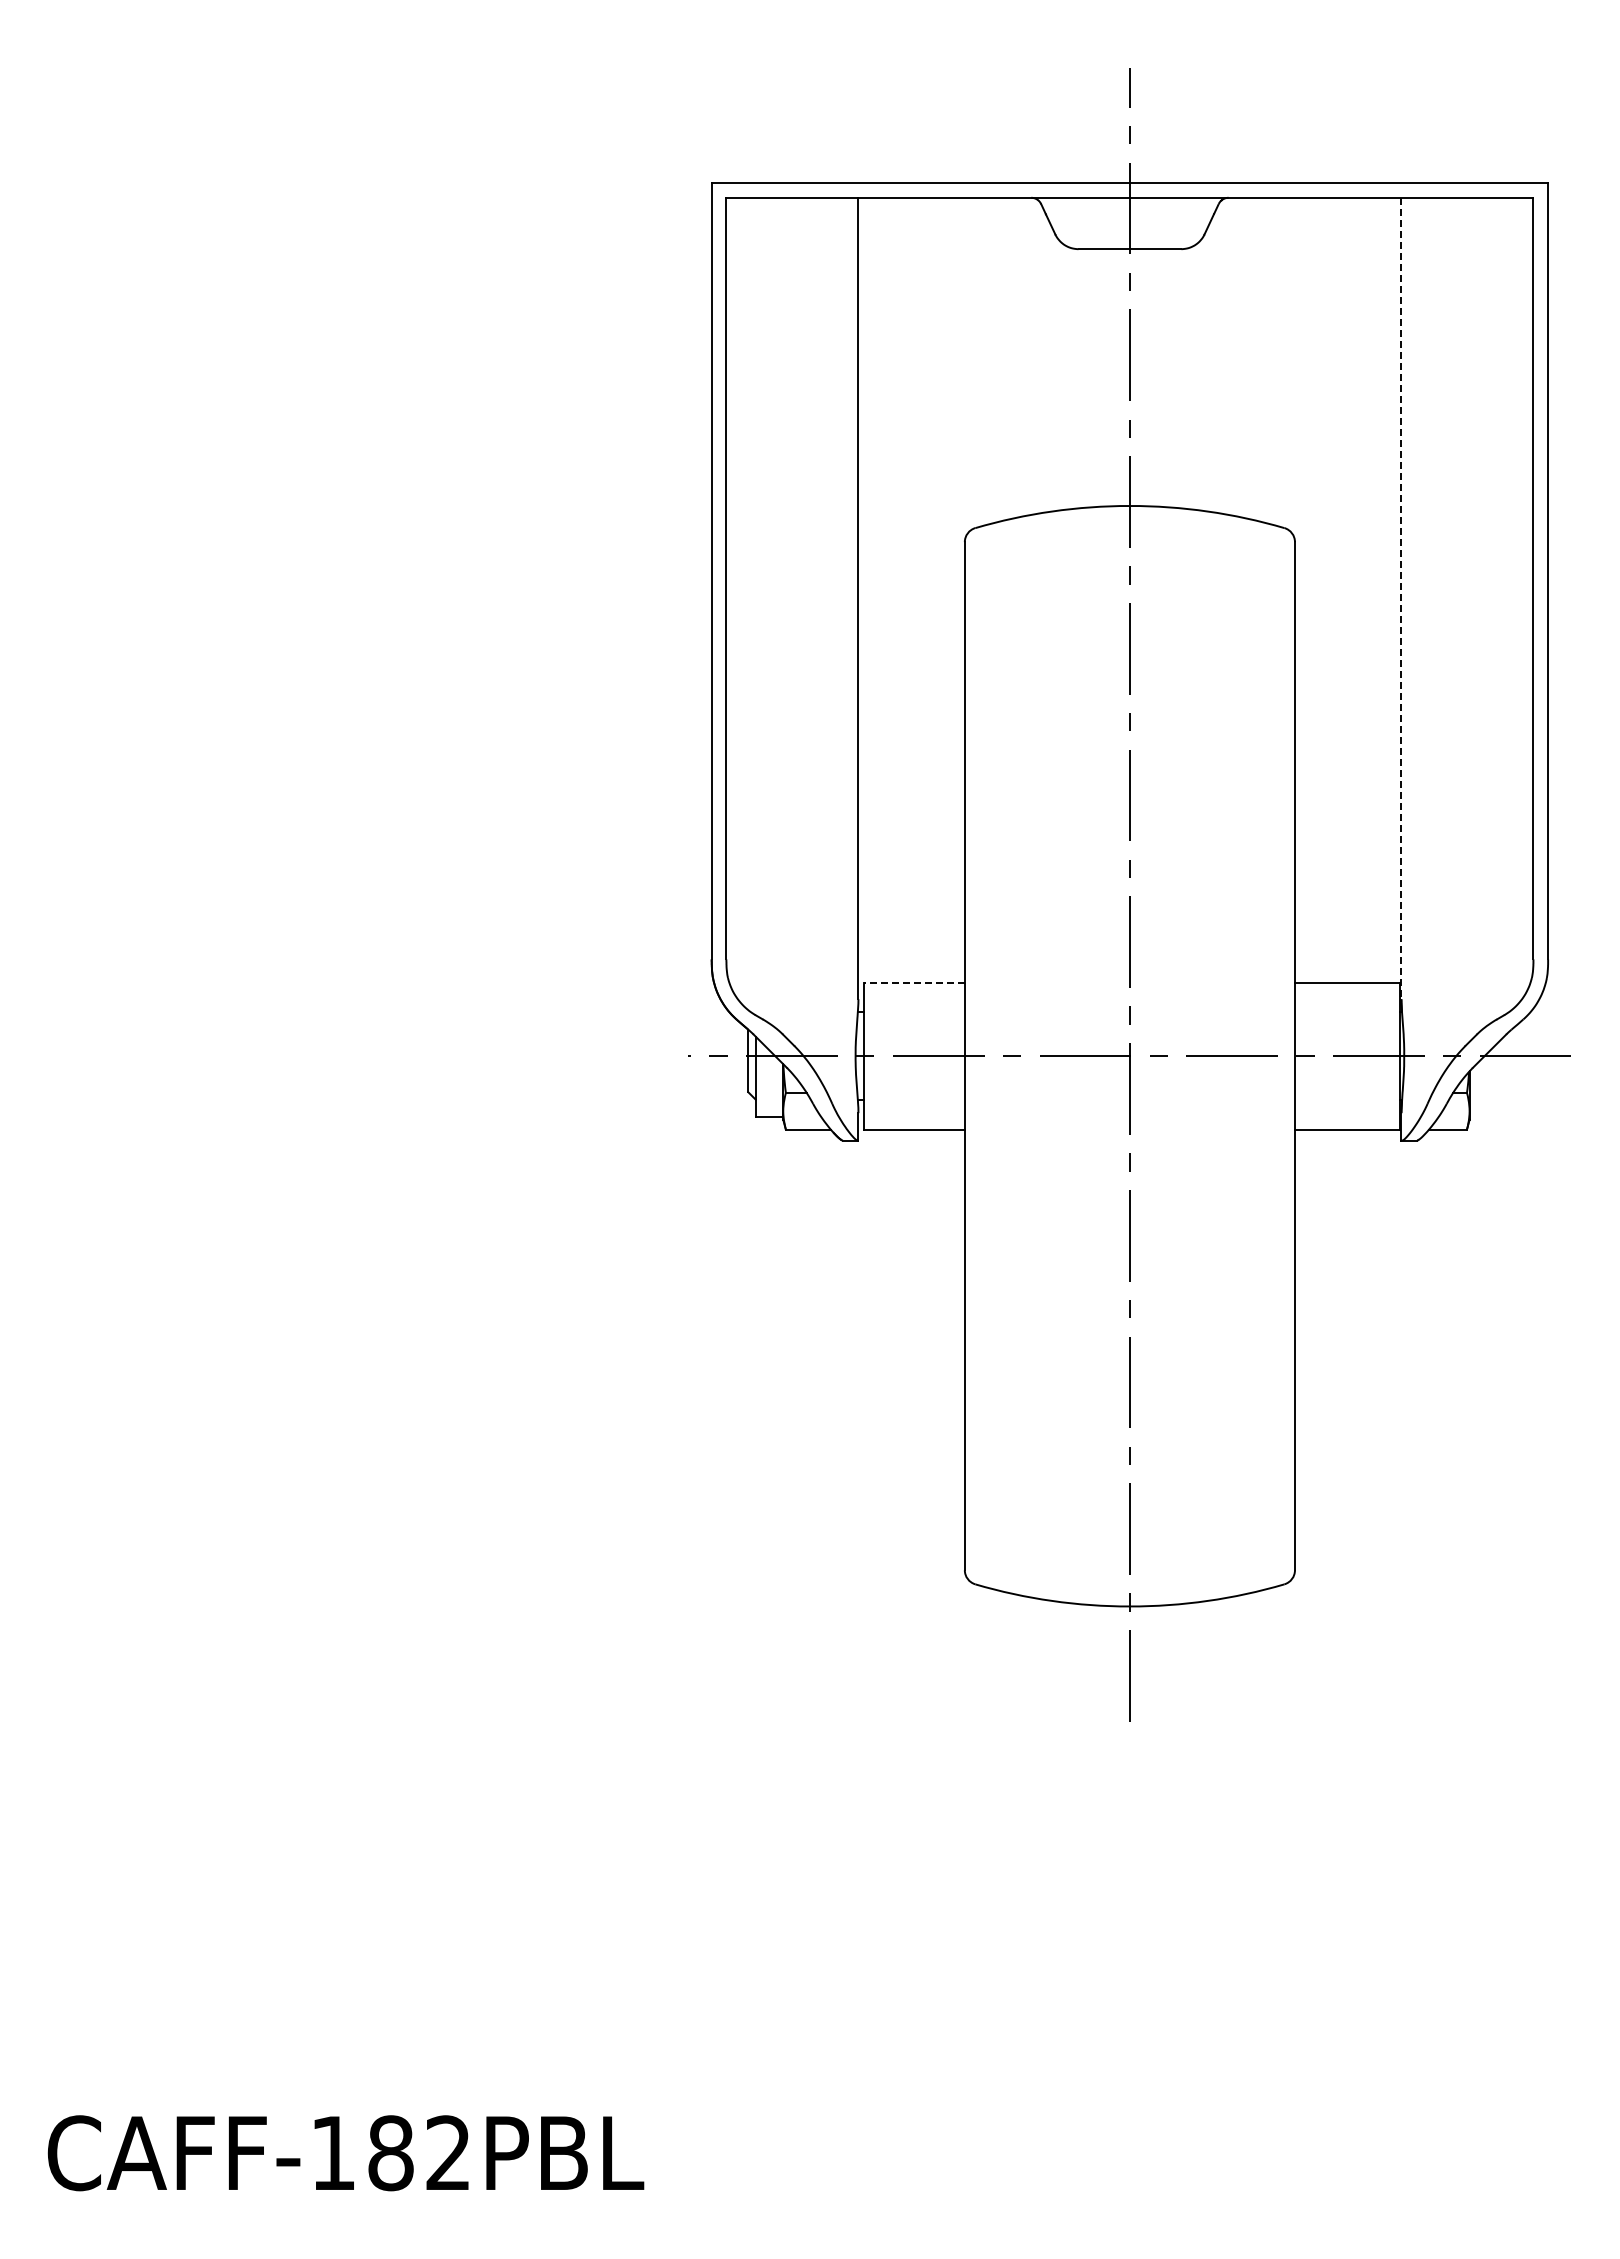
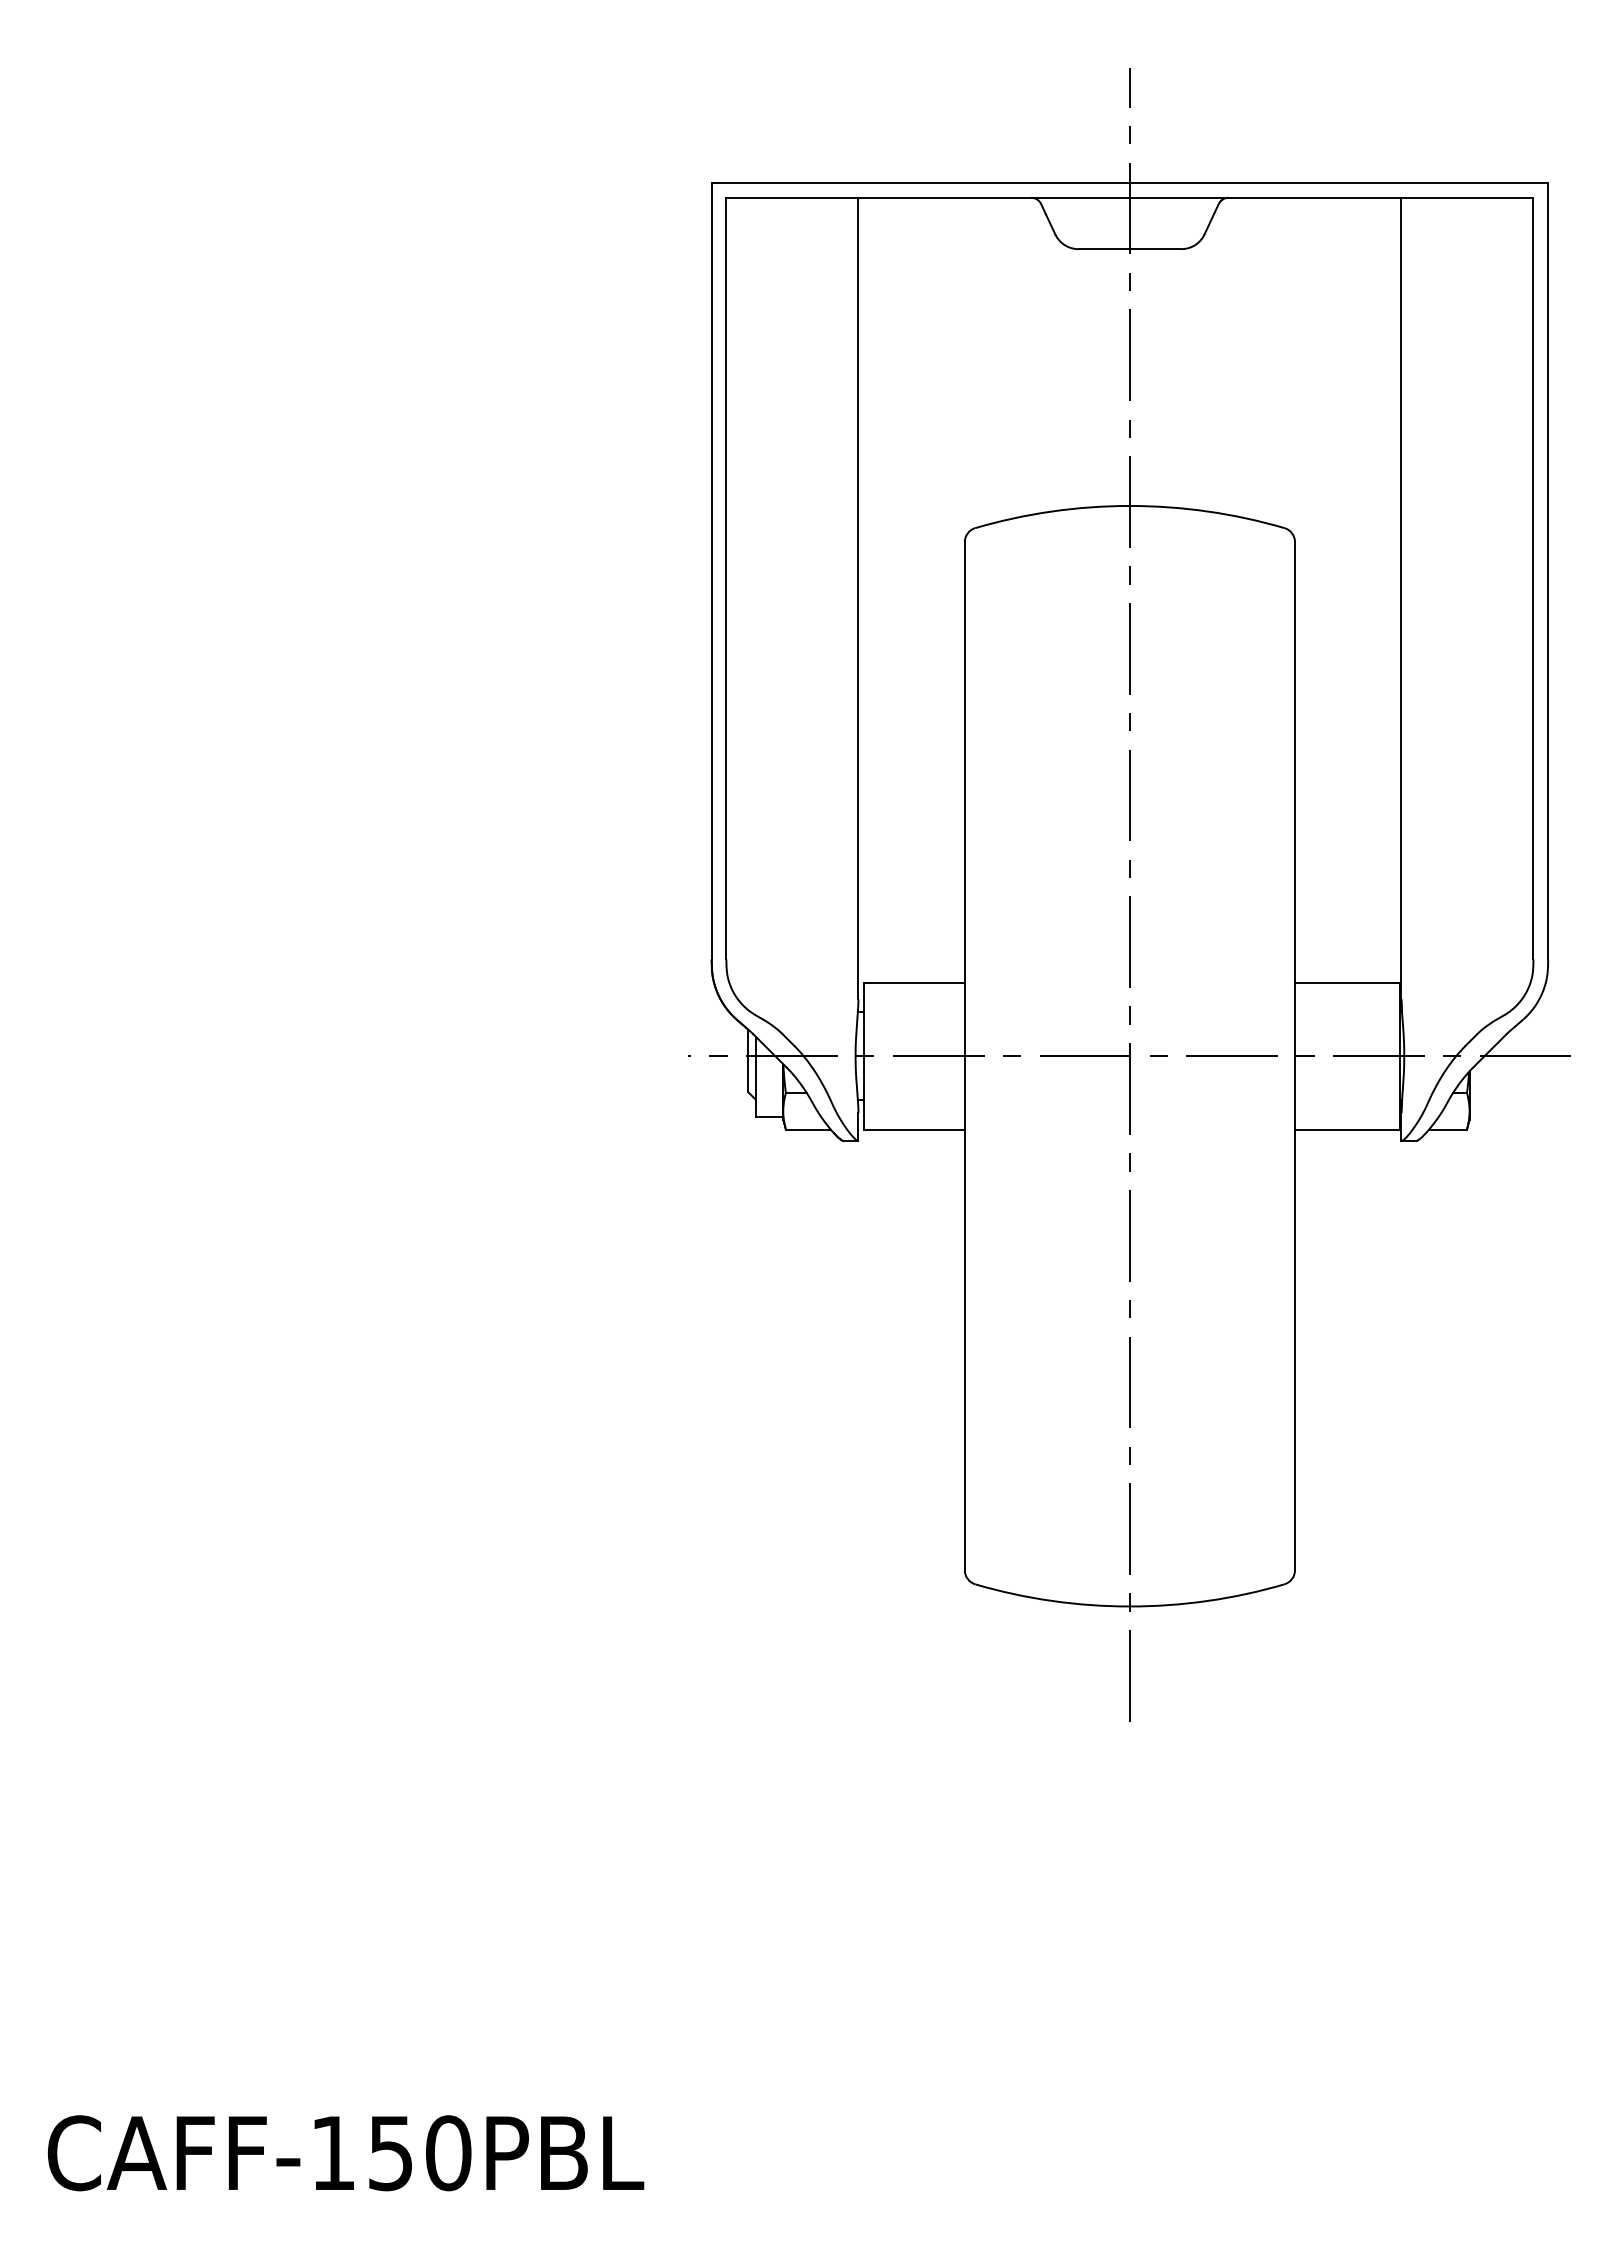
line at (1401, 598): dashed -> solid
line at (914, 982): dashed -> solid
text at (419, 2153): CAFF-182PBL -> CAFF-150PBL
